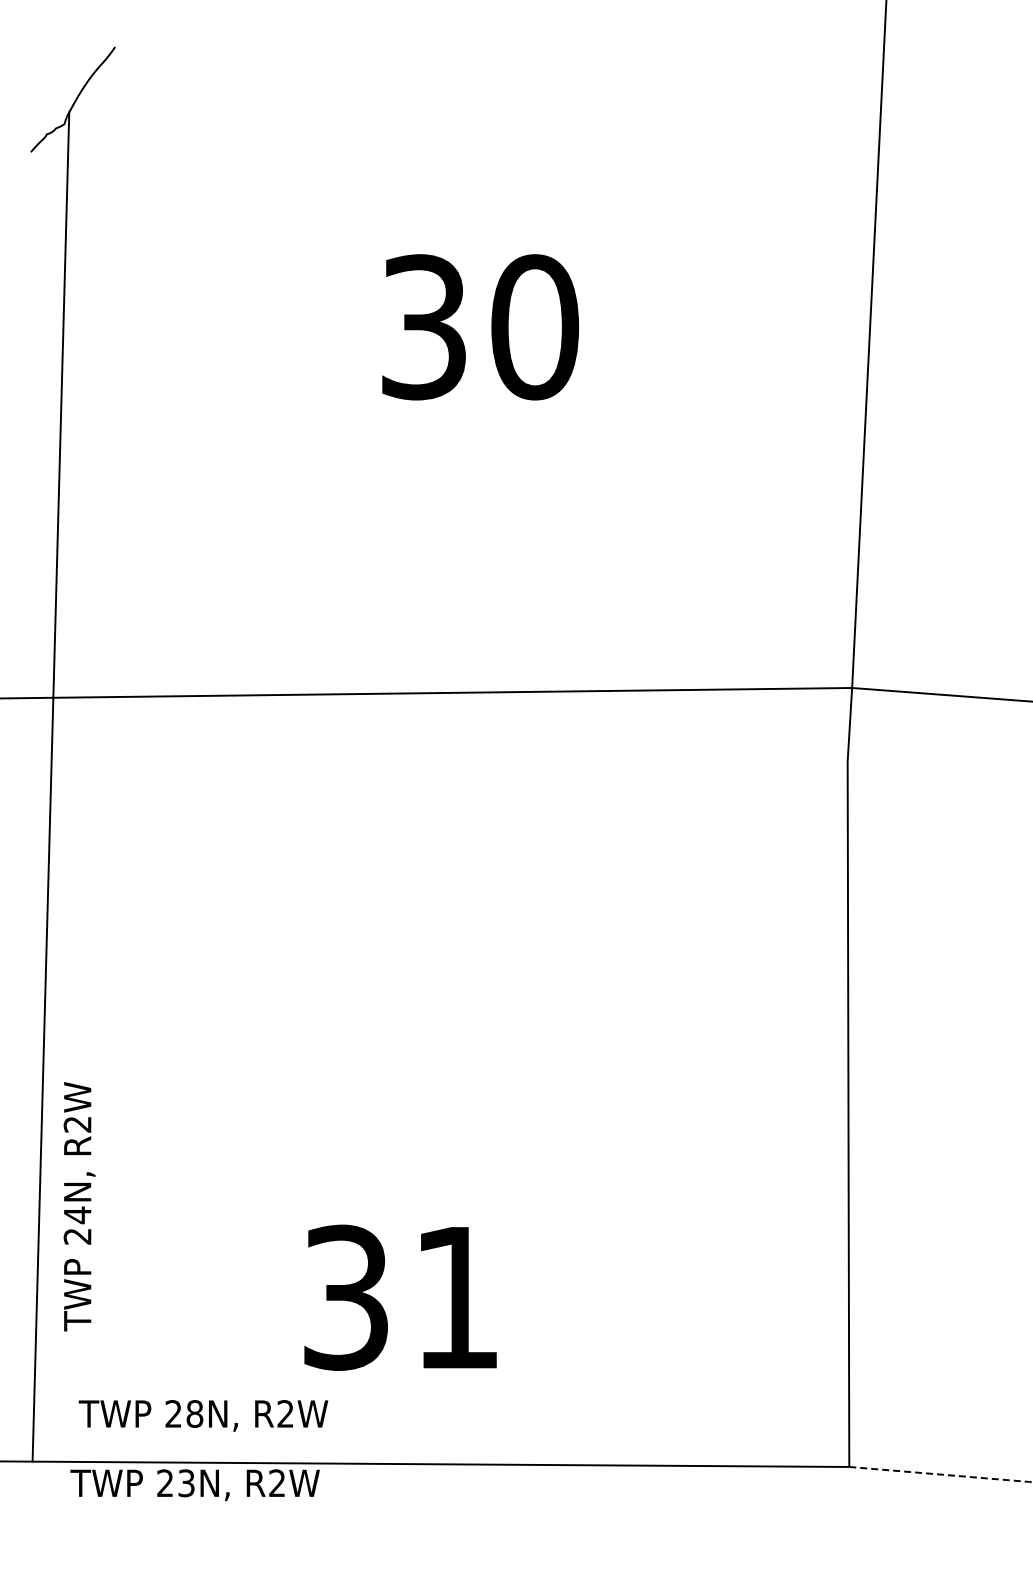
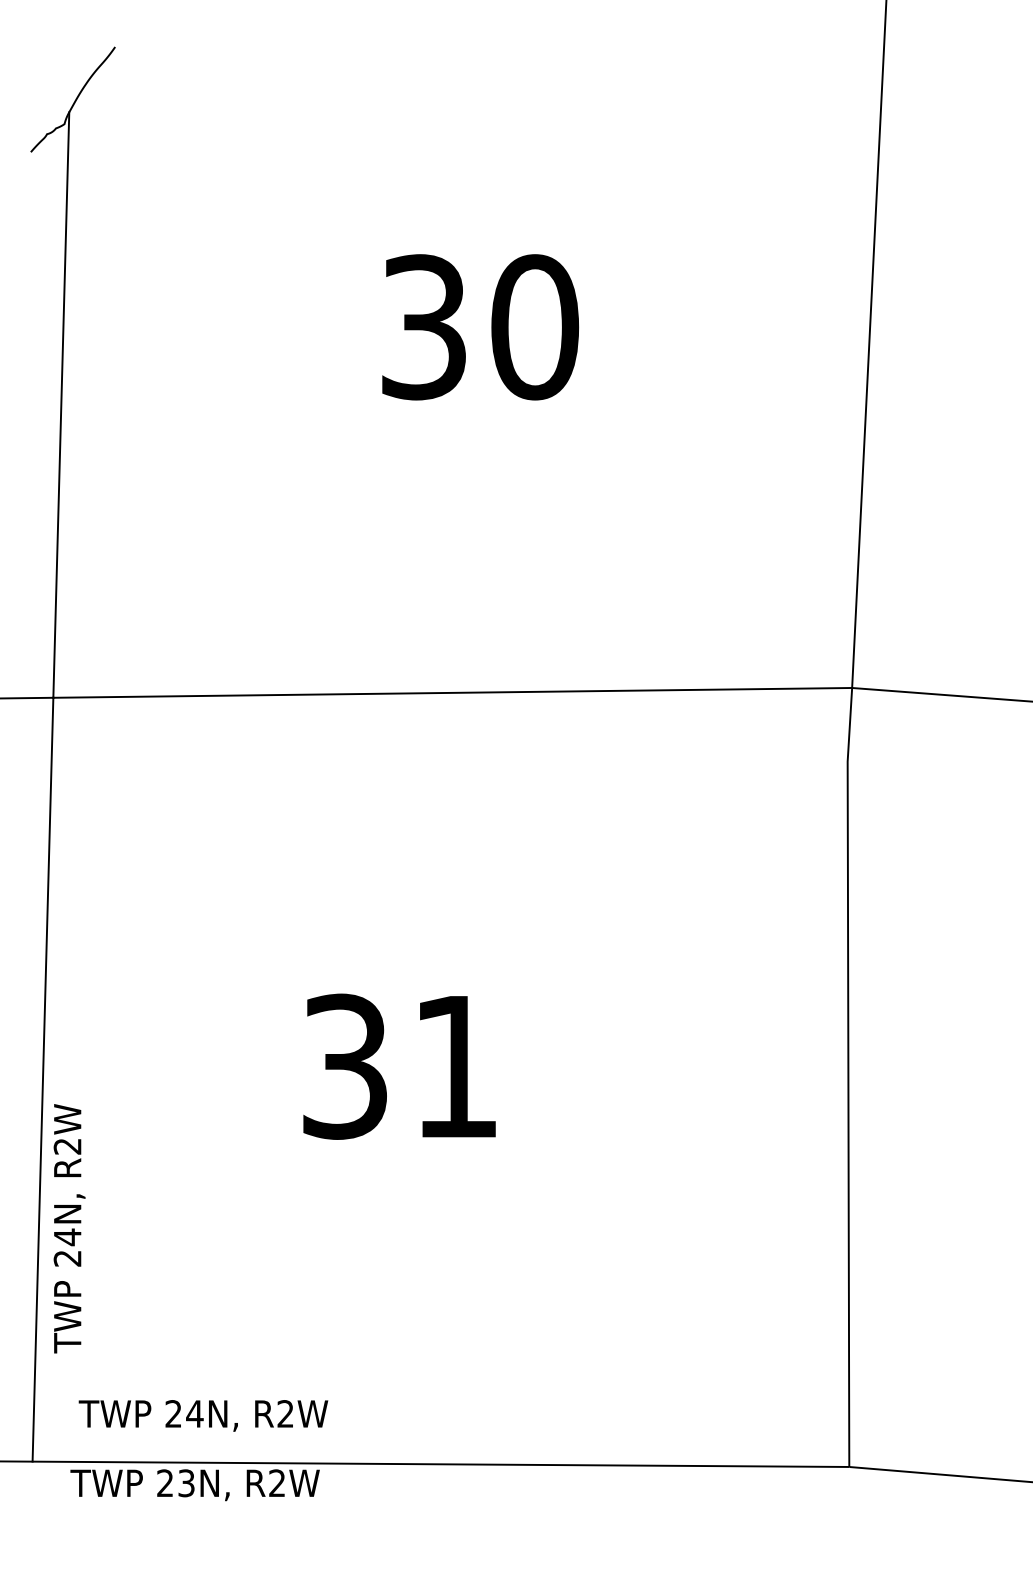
text at (79, 1206) position: (79, 1206) -> (69, 1228)
text at (400, 1297) position: (400, 1297) -> (399, 1066)
text at (194, 1413): 28N, -> 24N,
line at (942, 1474): dashed -> solid
